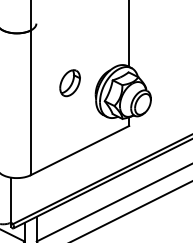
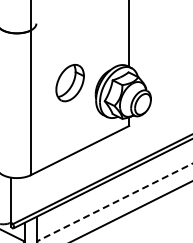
part at (69, 83) size: 22x29 px -> 30x39 px
line at (114, 202): solid -> dashed
